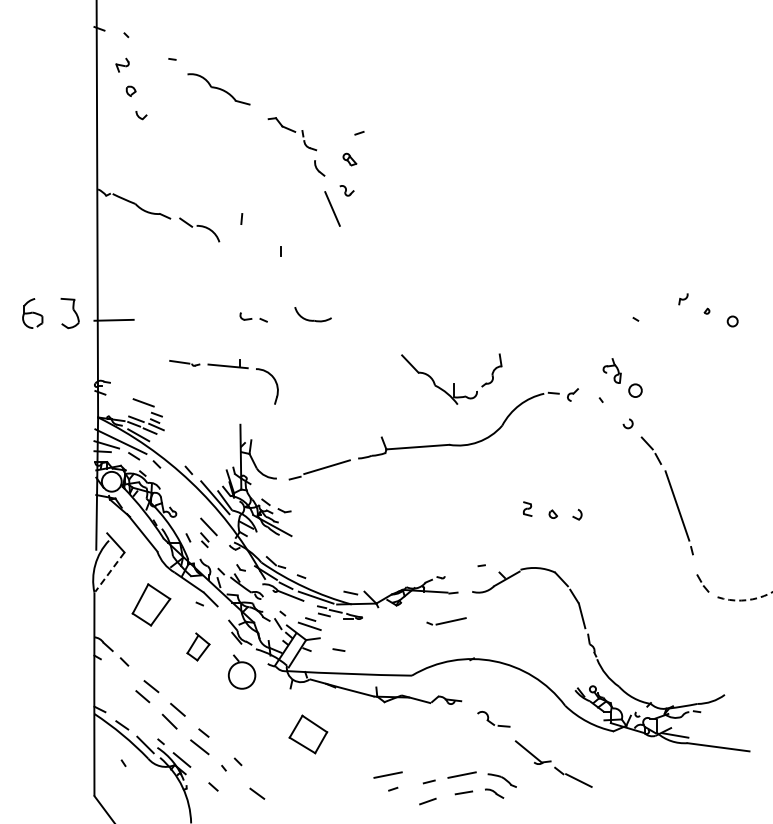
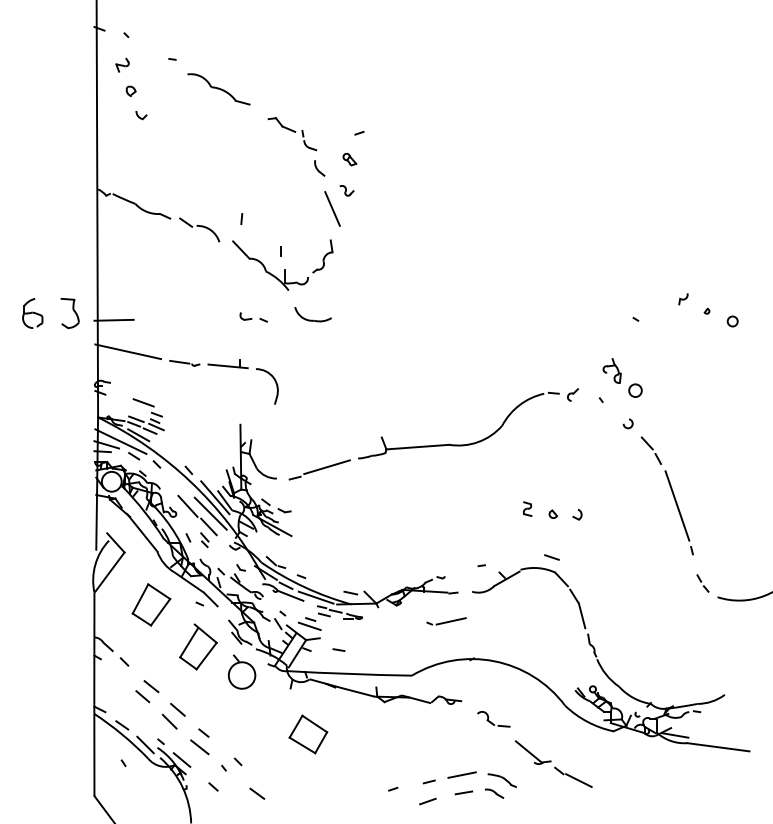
line at (128, 351): none -> present
part at (451, 378) position: (451, 378) -> (282, 264)
line at (187, 505): none -> present
line at (210, 513): none -> present
line at (551, 557): none -> present
line at (109, 572): dashed -> solid
arc at (746, 600): dashed -> solid
part at (198, 646) size: 25x30 px -> 39x48 px
line at (387, 774): present -> none
